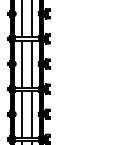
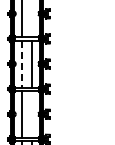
line at (32, 19): present -> none
line at (21, 64): solid -> dashed
line at (32, 113): present -> none
